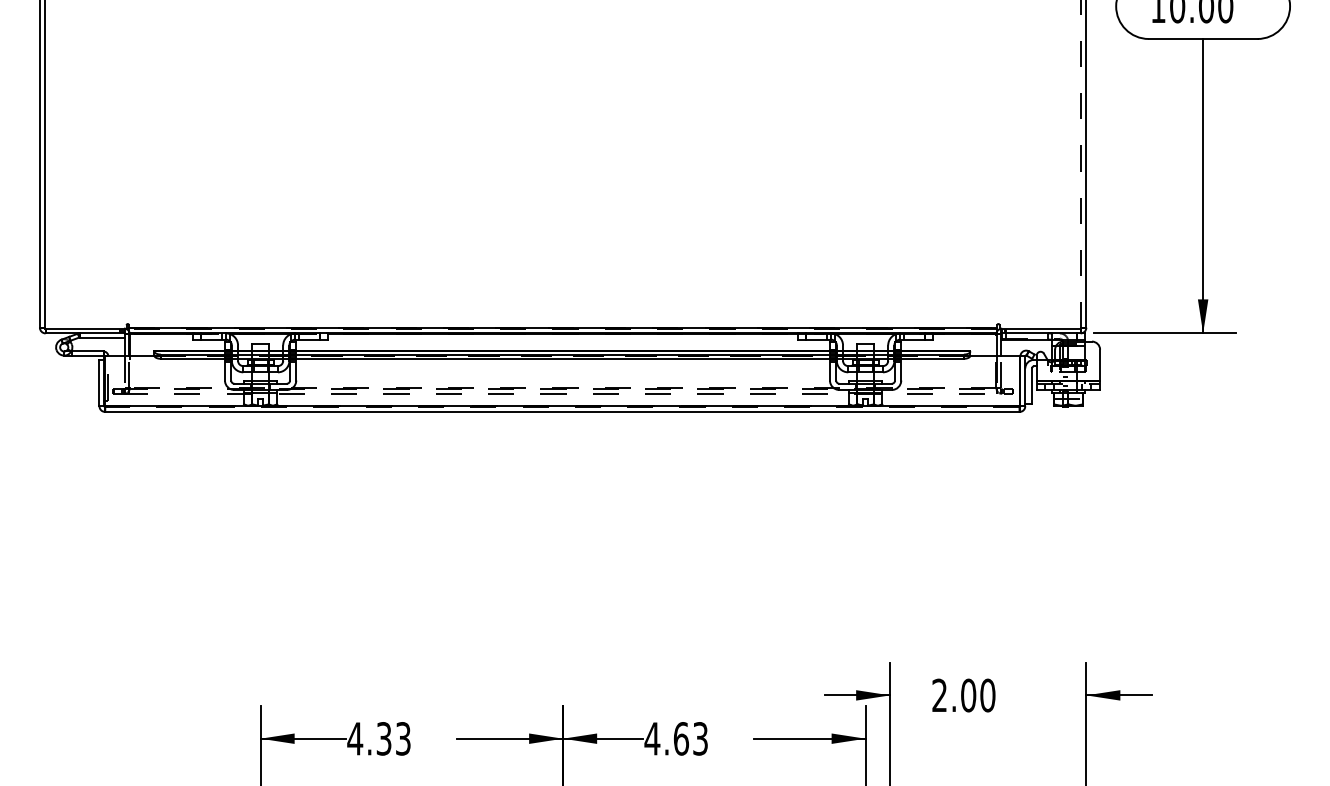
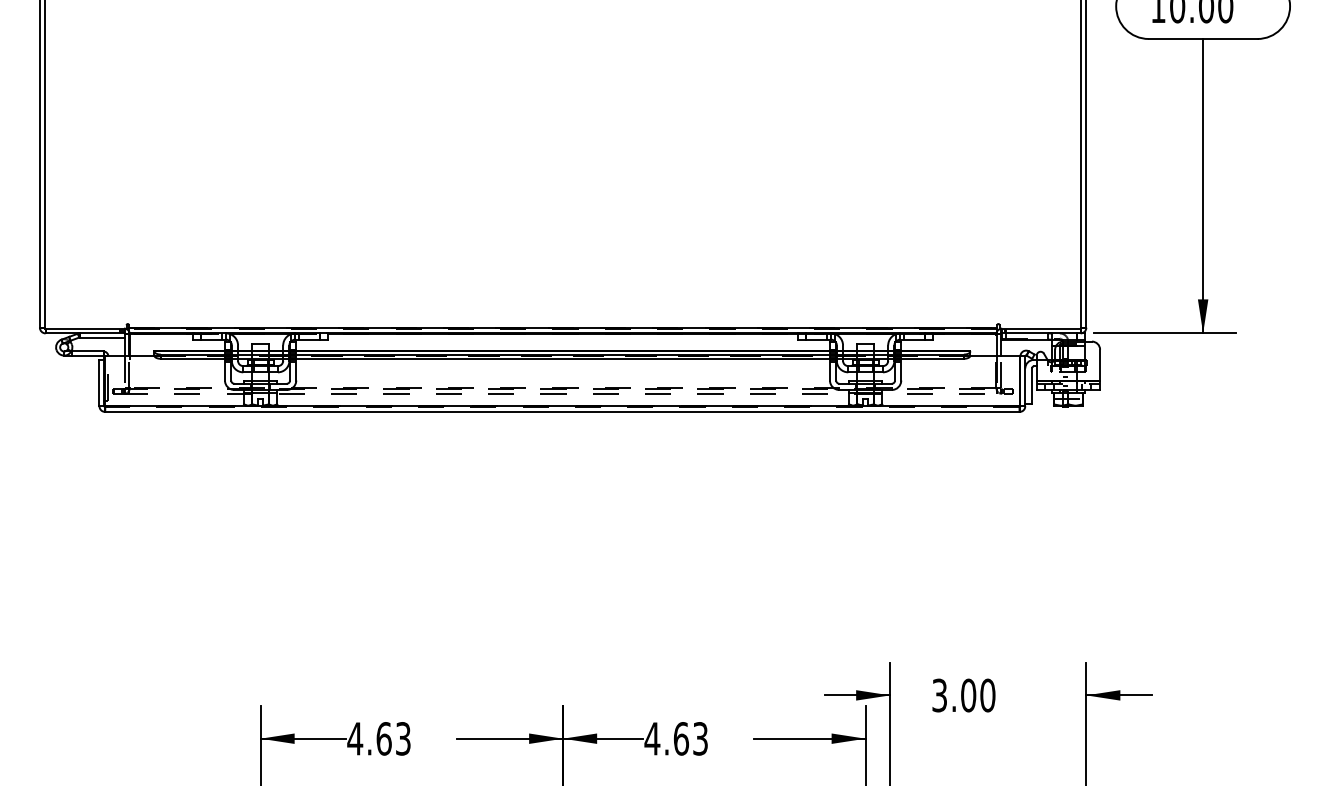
line at (1081, 164): dashed -> solid
text at (939, 695): 2.00 -> 3.00
text at (383, 738): 4.33 -> 4.63
